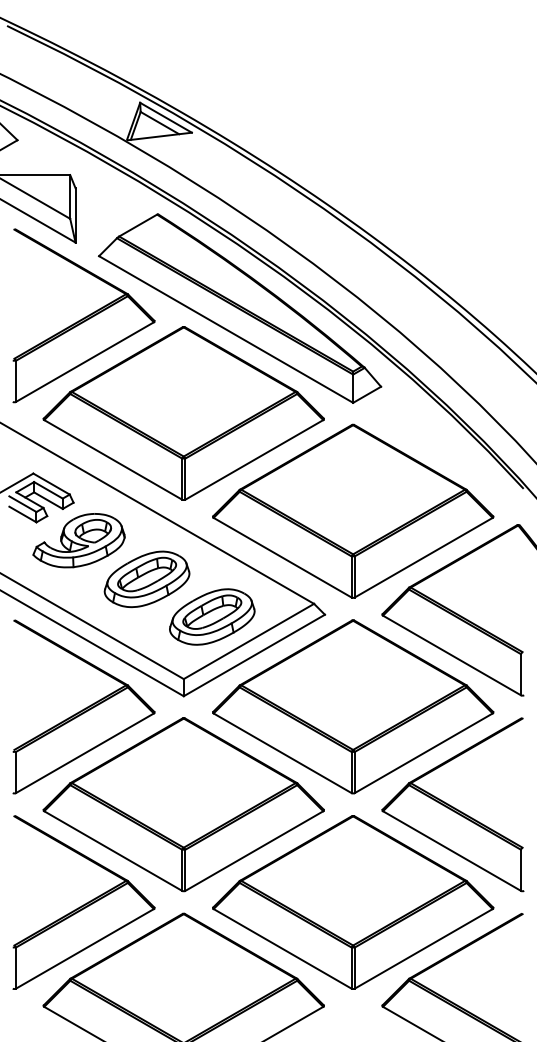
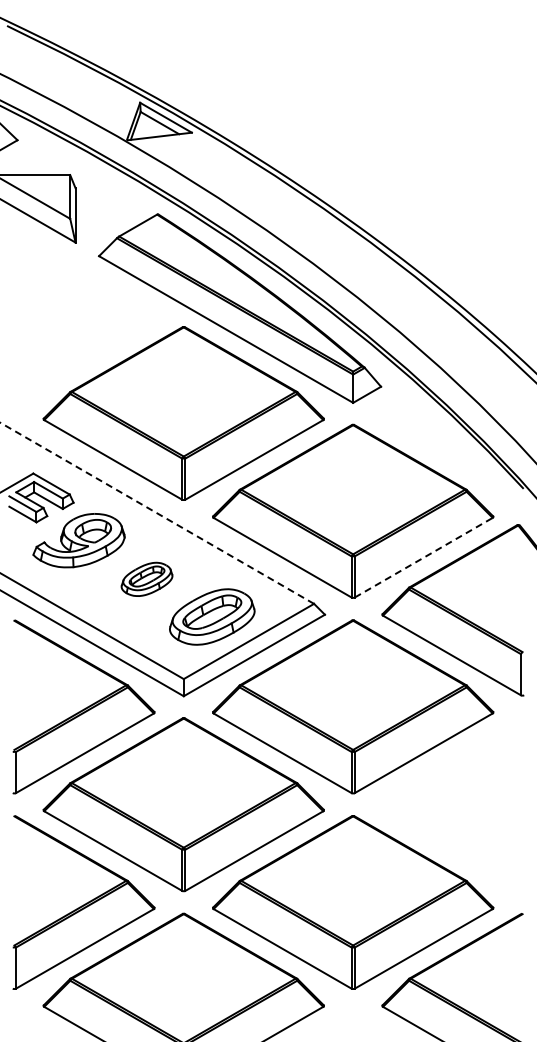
part at (83, 315): present -> none
line at (157, 513): solid -> dashed
line at (423, 557): solid -> dashed
part at (146, 579) size: 88x59 px -> 54x36 px
part at (452, 804): present -> none
